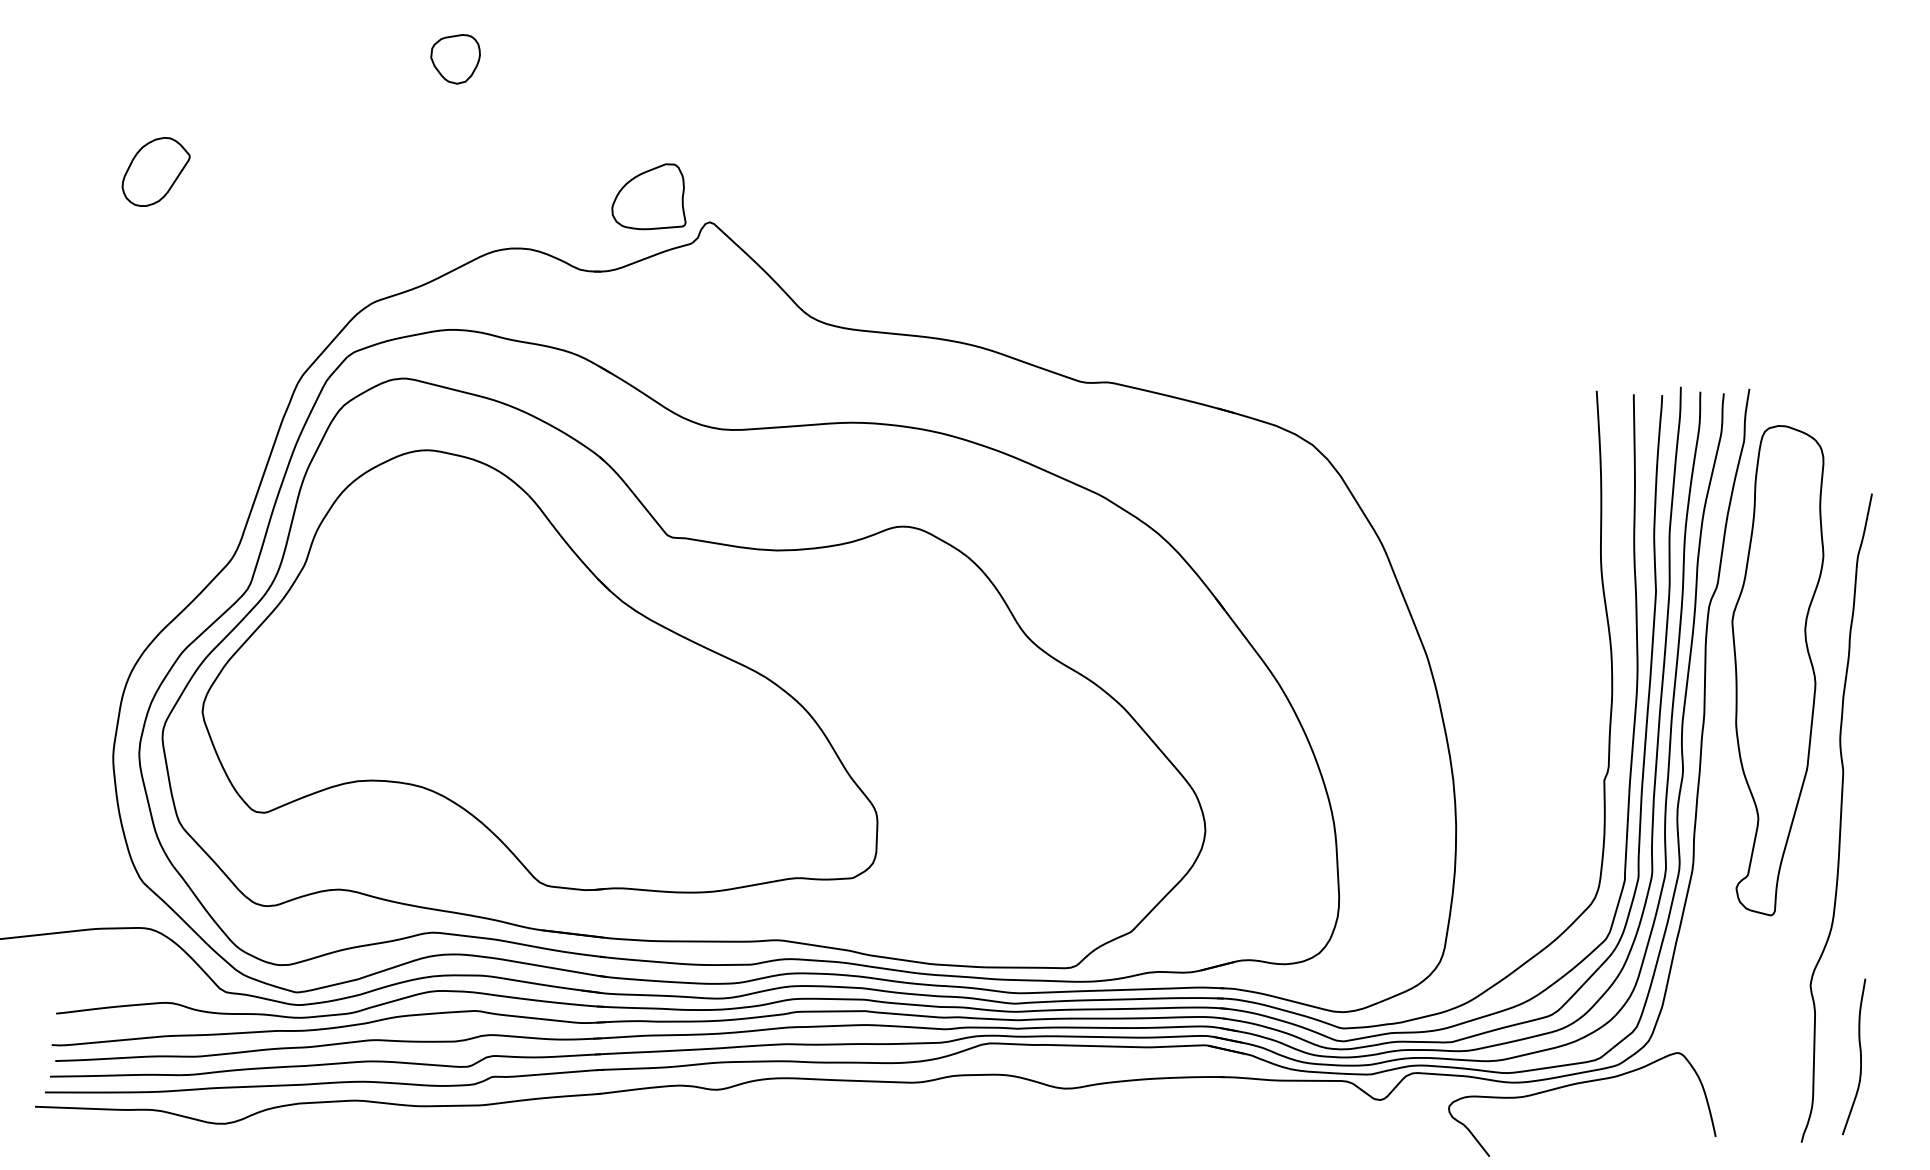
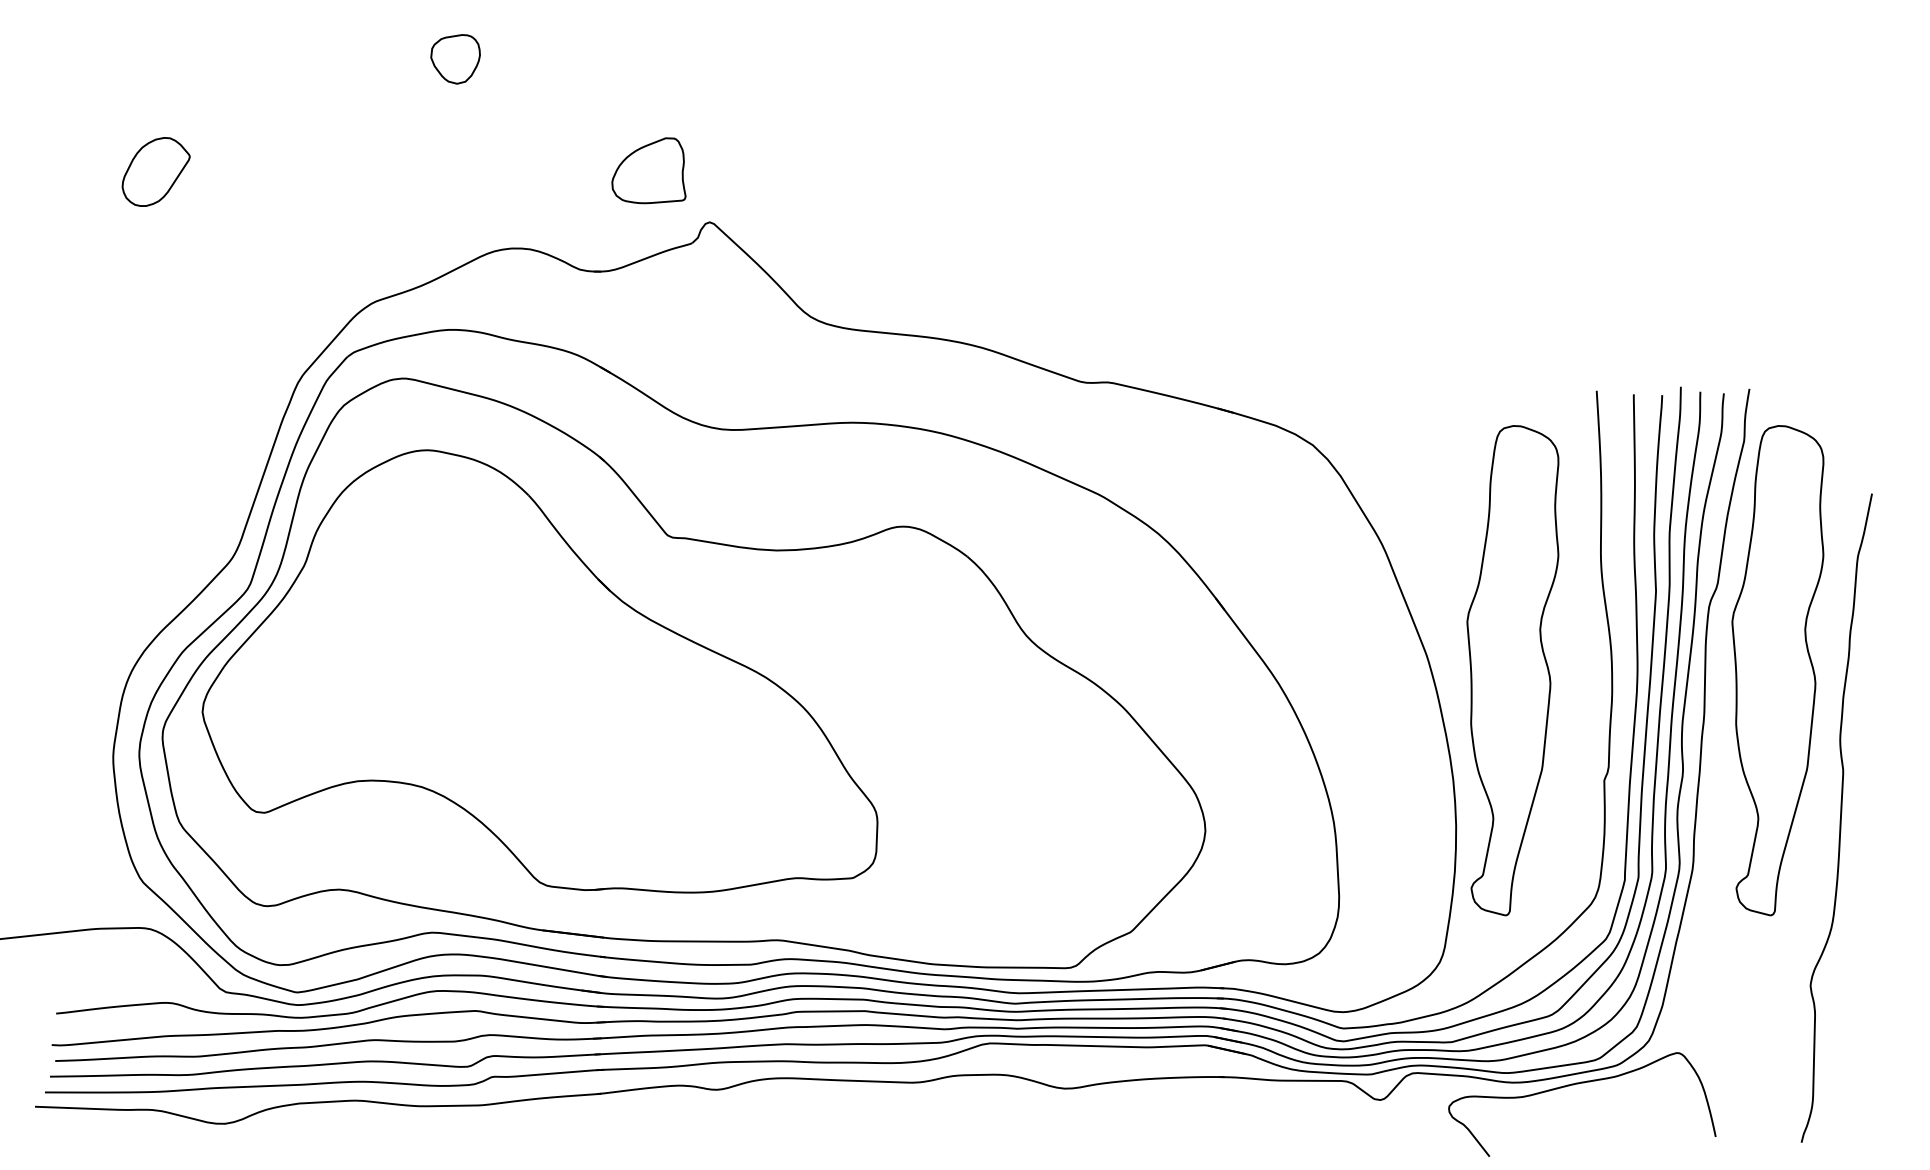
part at (648, 196) position: (648, 196) -> (648, 170)
part at (1512, 670): none -> present
curve at (1860, 1056): present -> none
